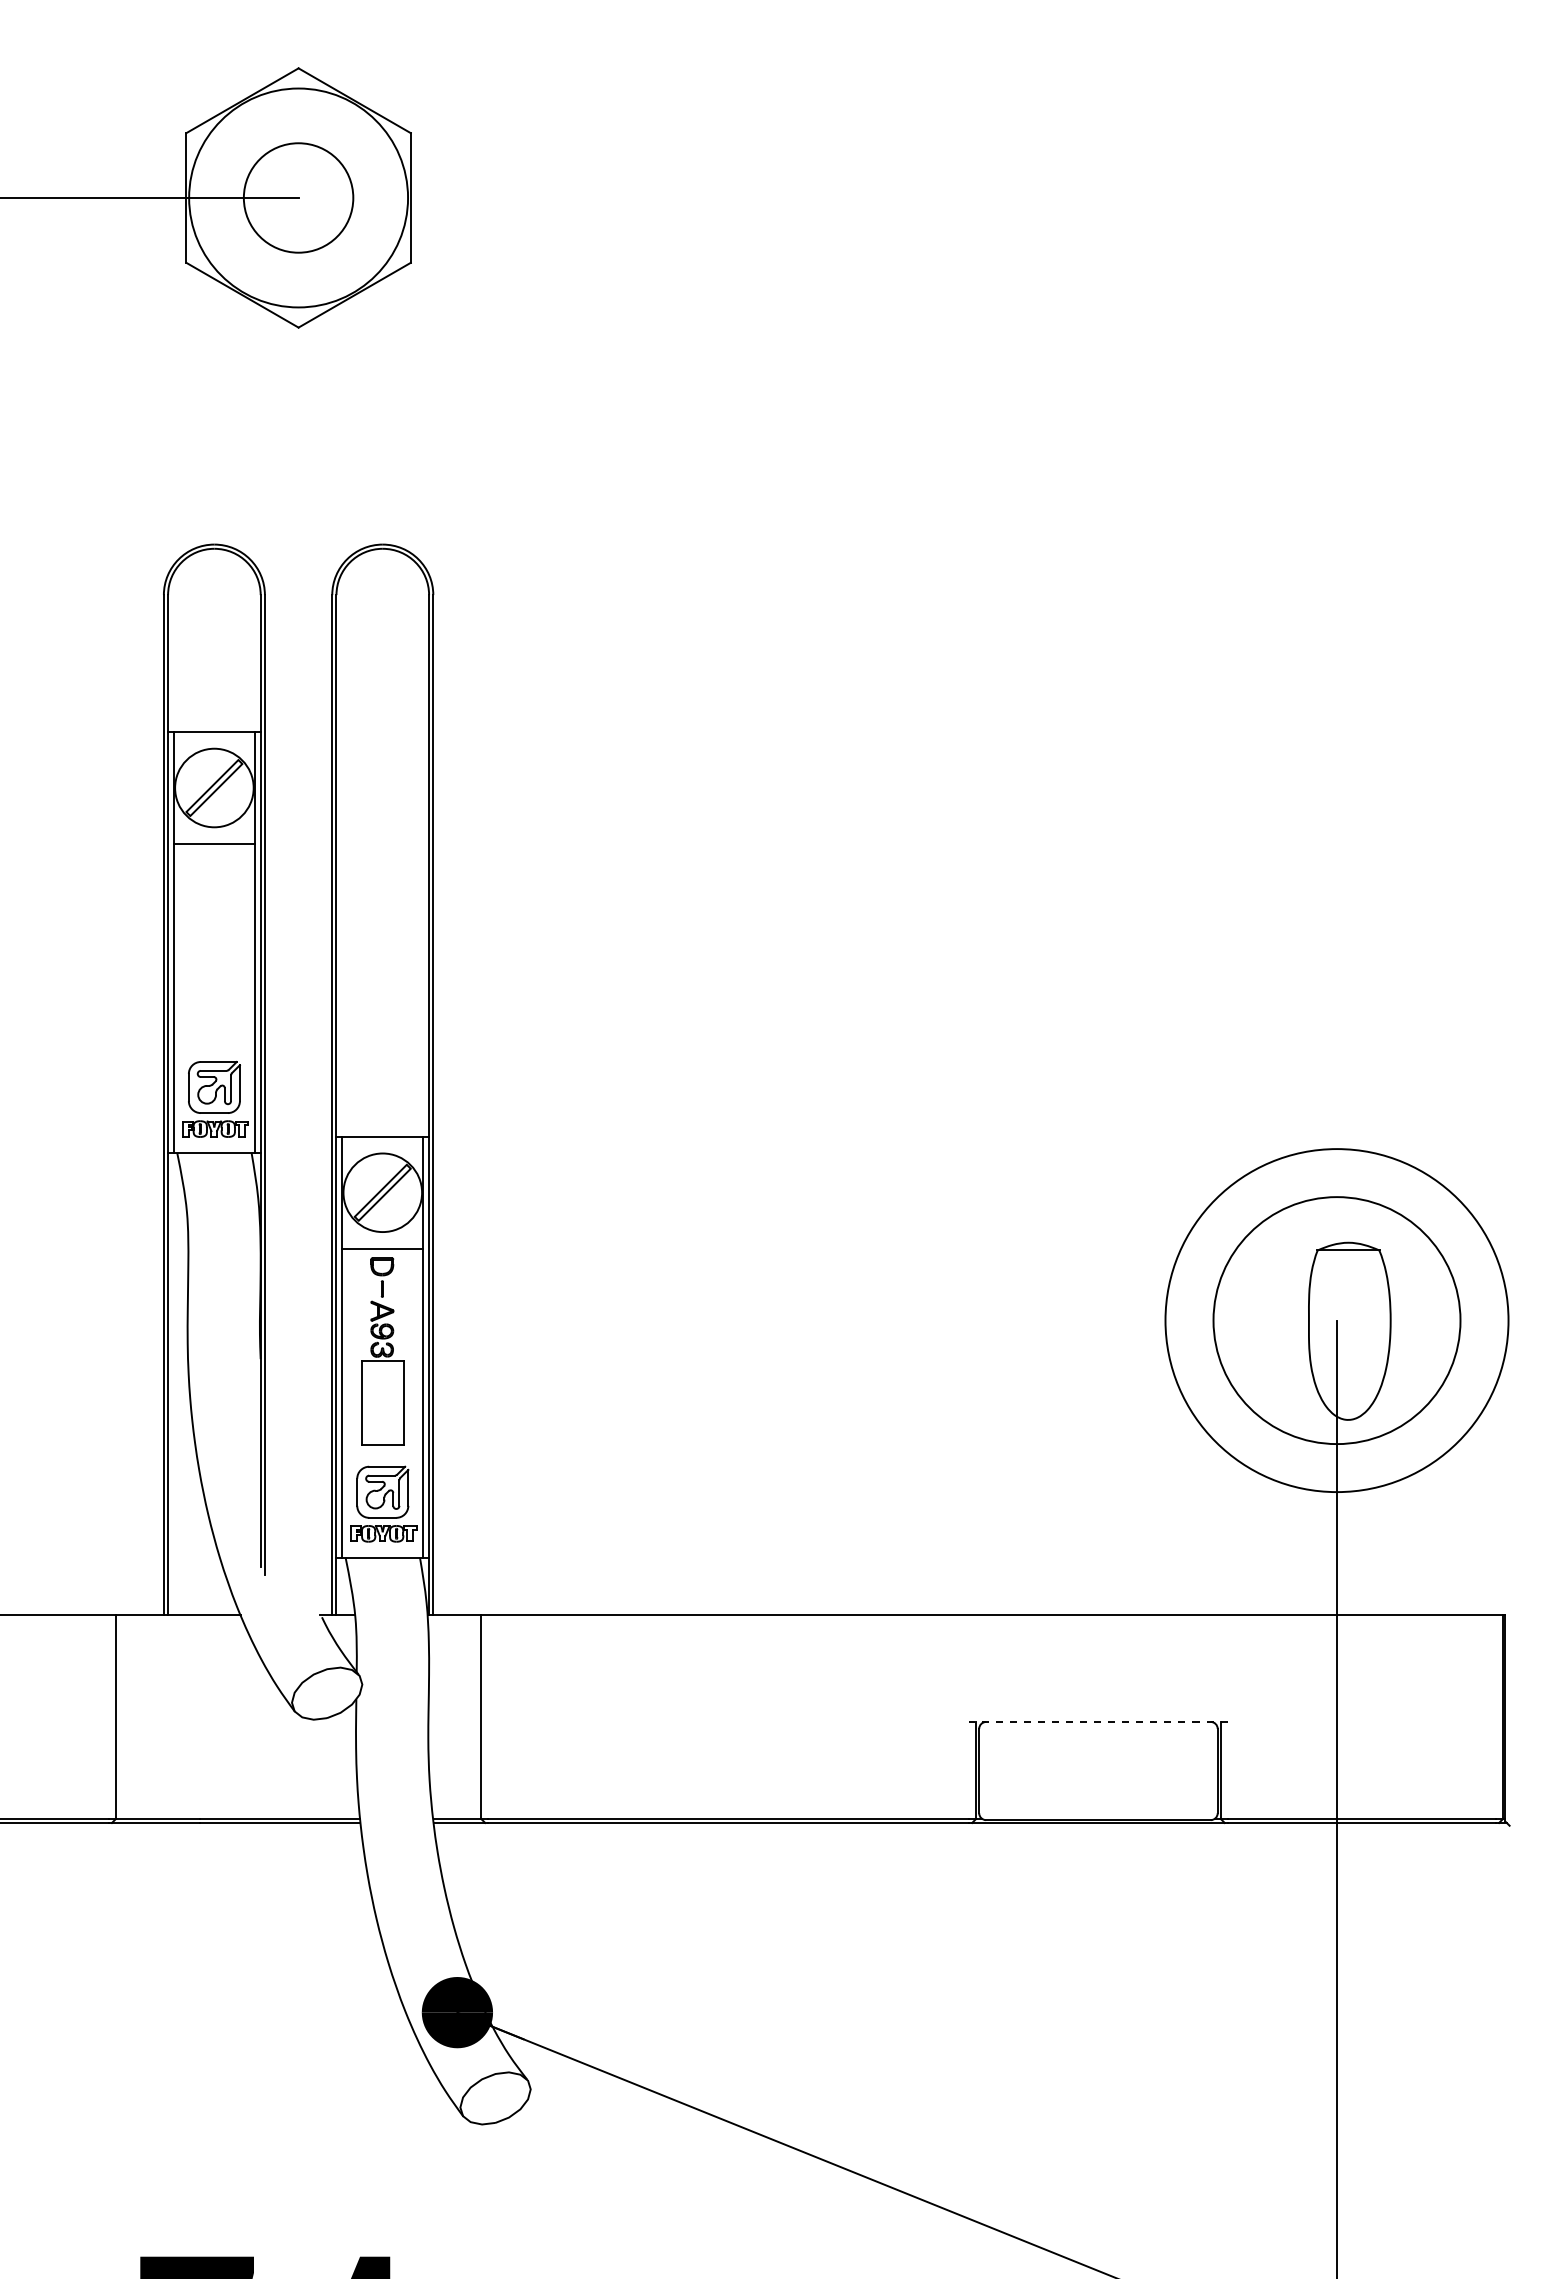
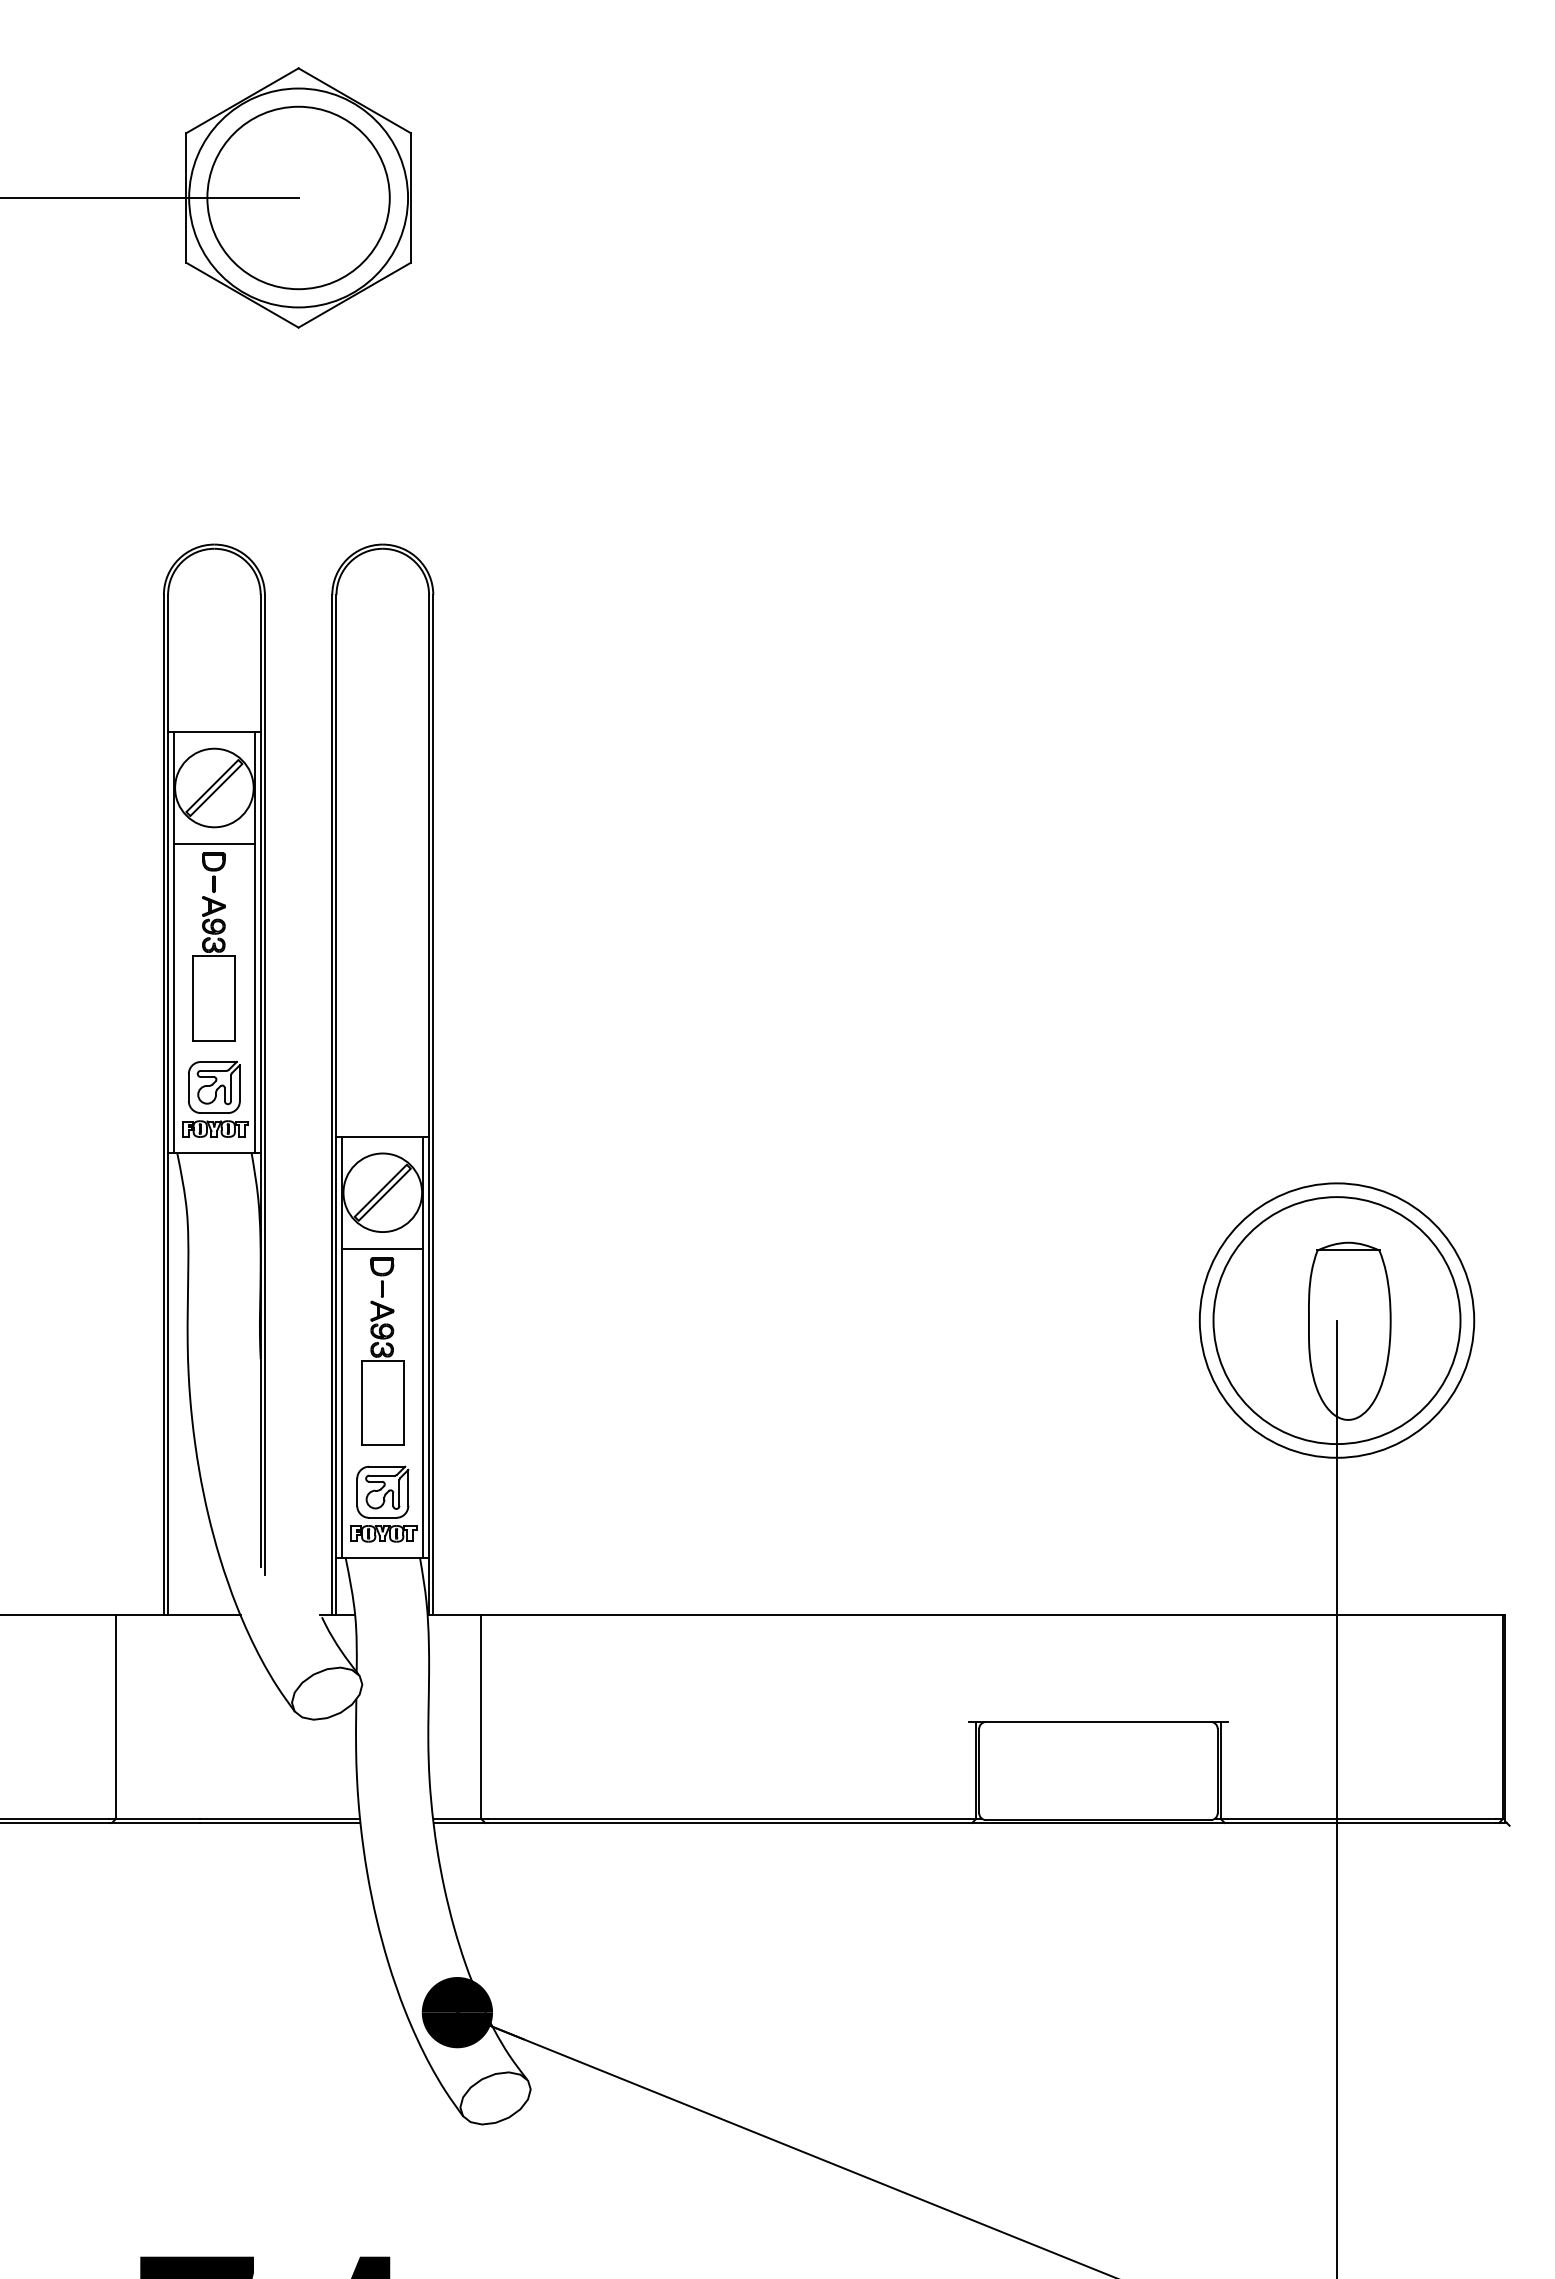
circle at (298, 197) diameter: 109 px -> 182 px
part at (213, 946): none -> present
circle at (1336, 1320) diameter: 343 px -> 274 px
line at (1097, 1721): dashed -> solid
